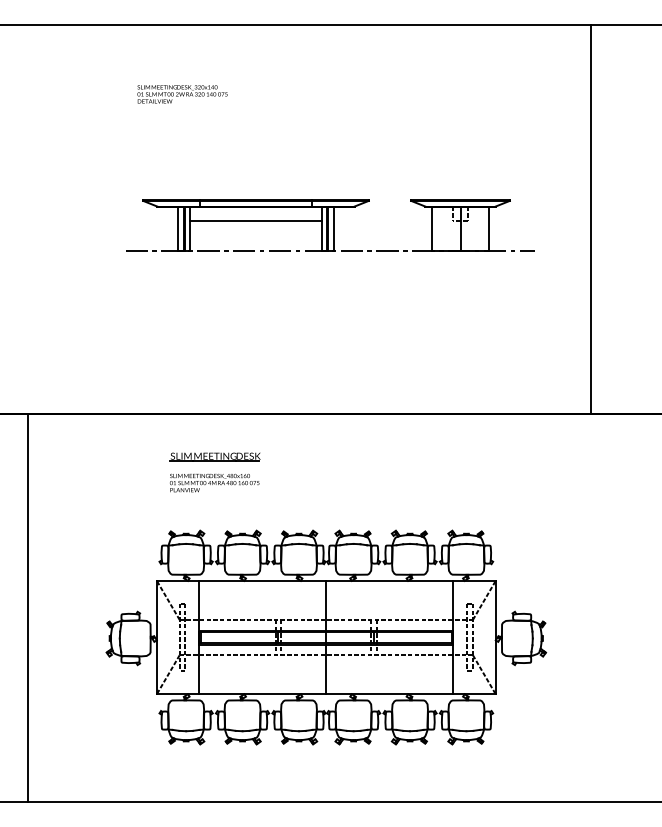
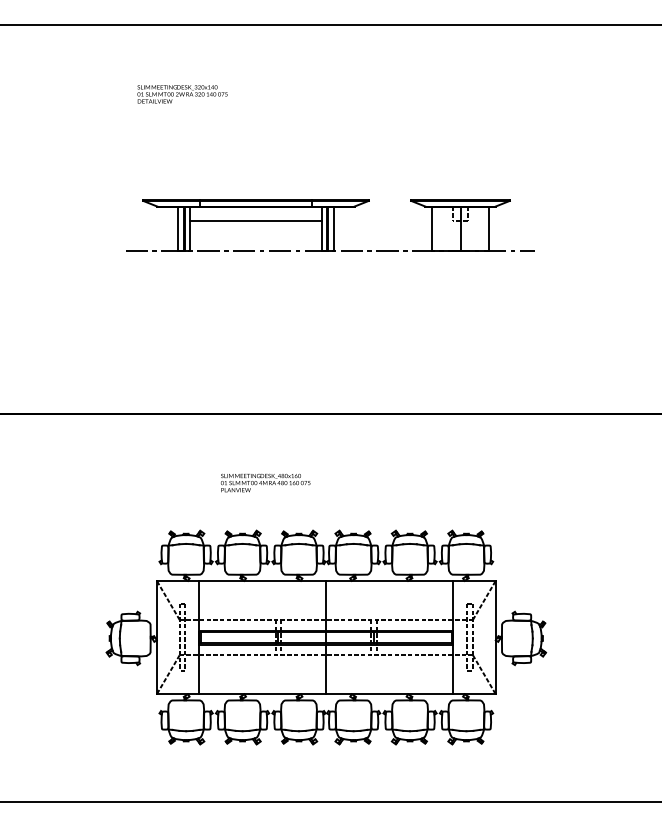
line at (590, 218): present -> none
part at (214, 456): present -> none
text at (214, 482) position: (214, 482) -> (265, 482)
line at (27, 607): present -> none
